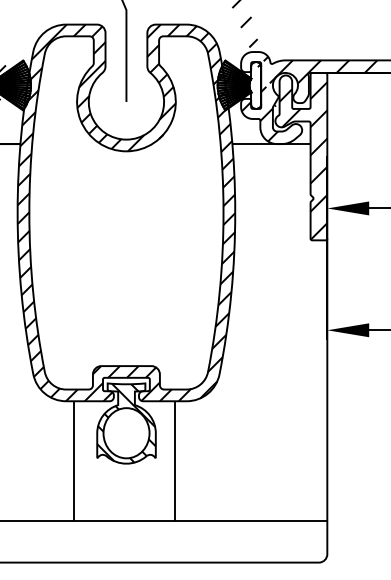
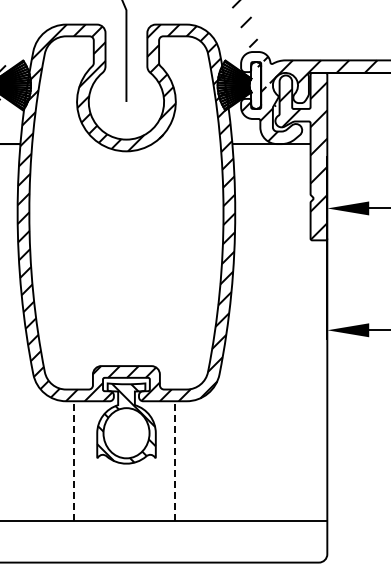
line at (74, 461): solid -> dashed
line at (174, 461): solid -> dashed
